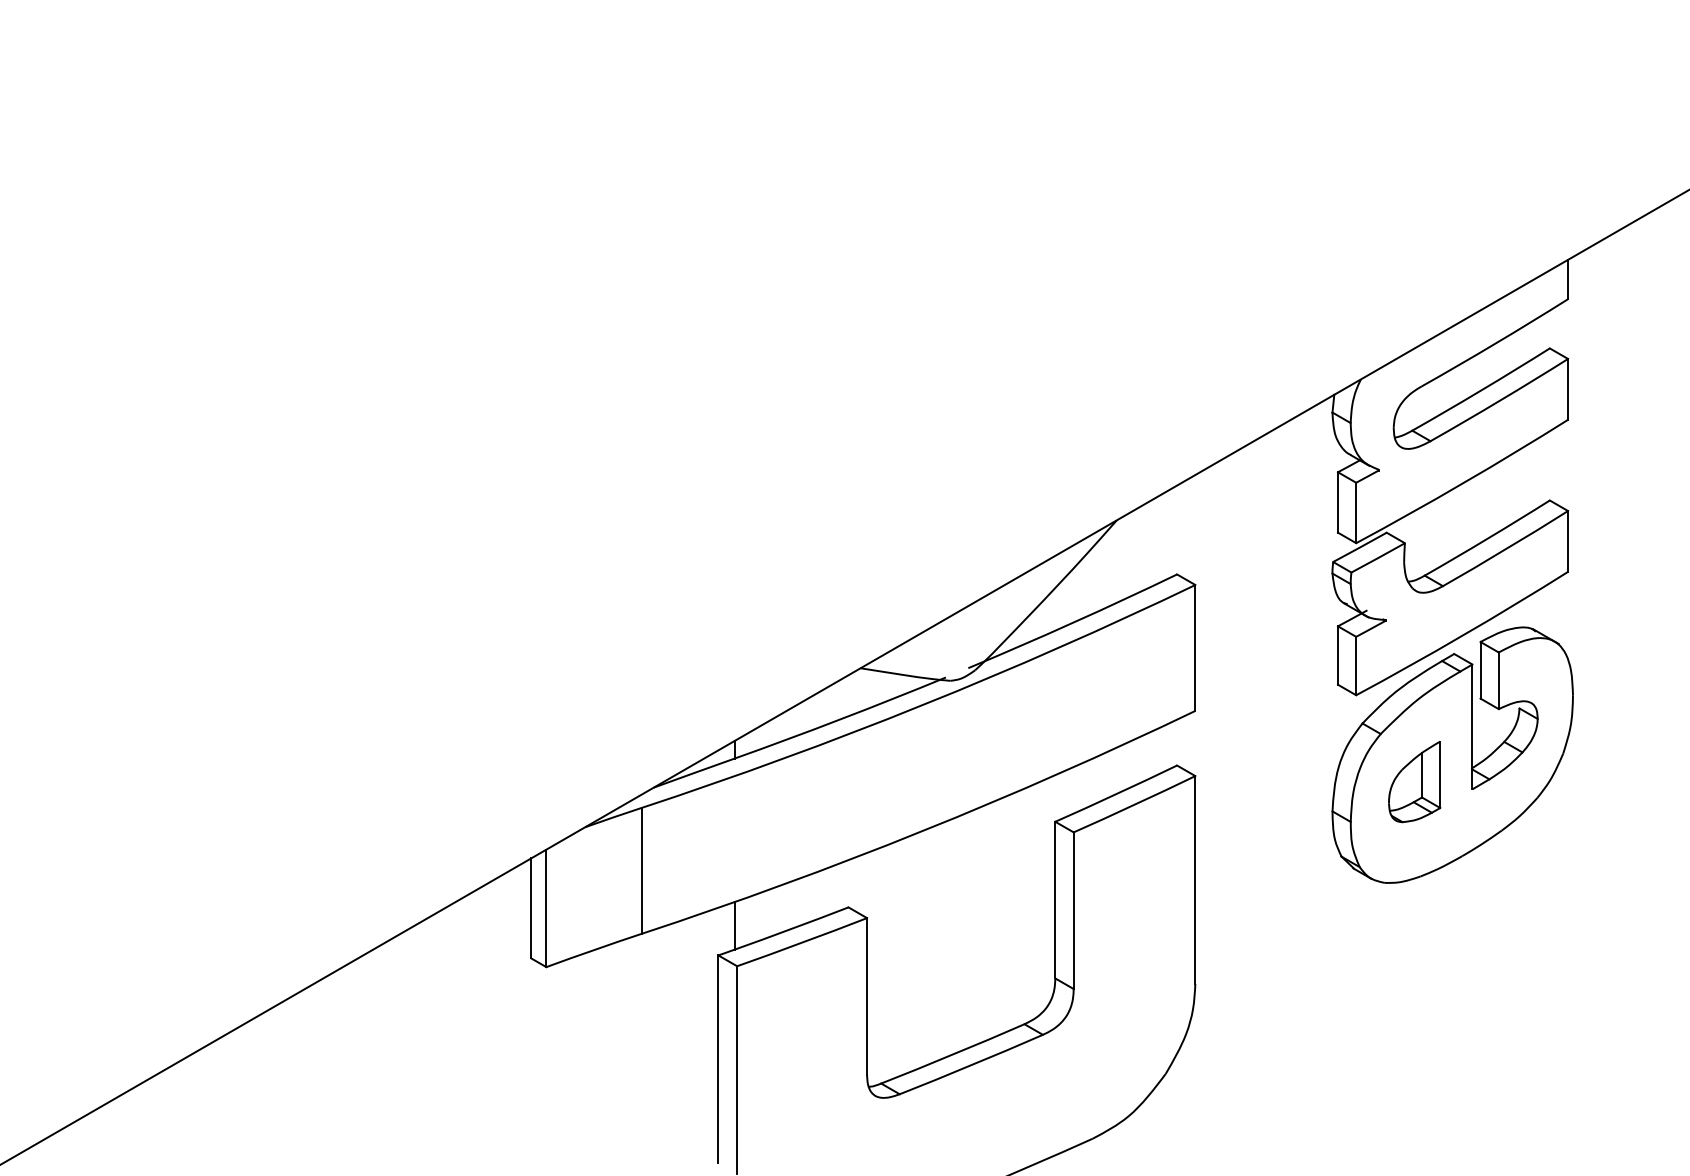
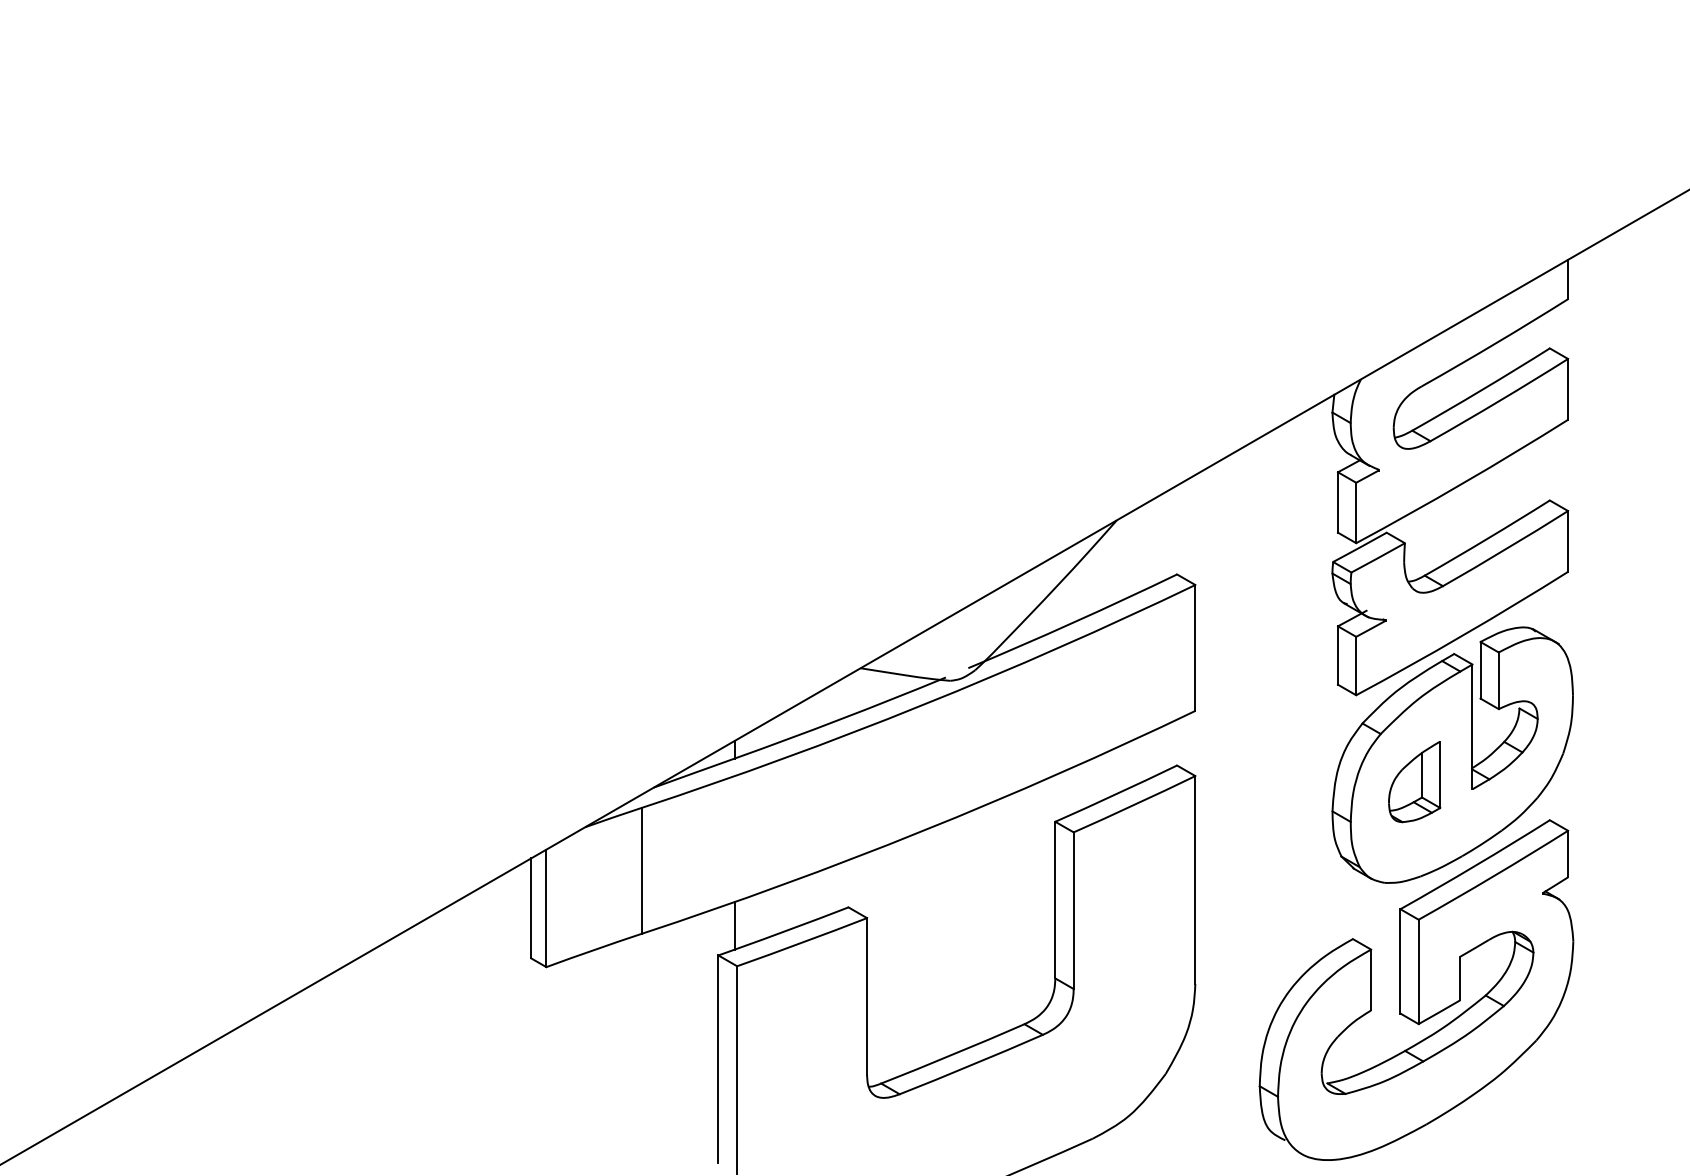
part at (1416, 989): none -> present
